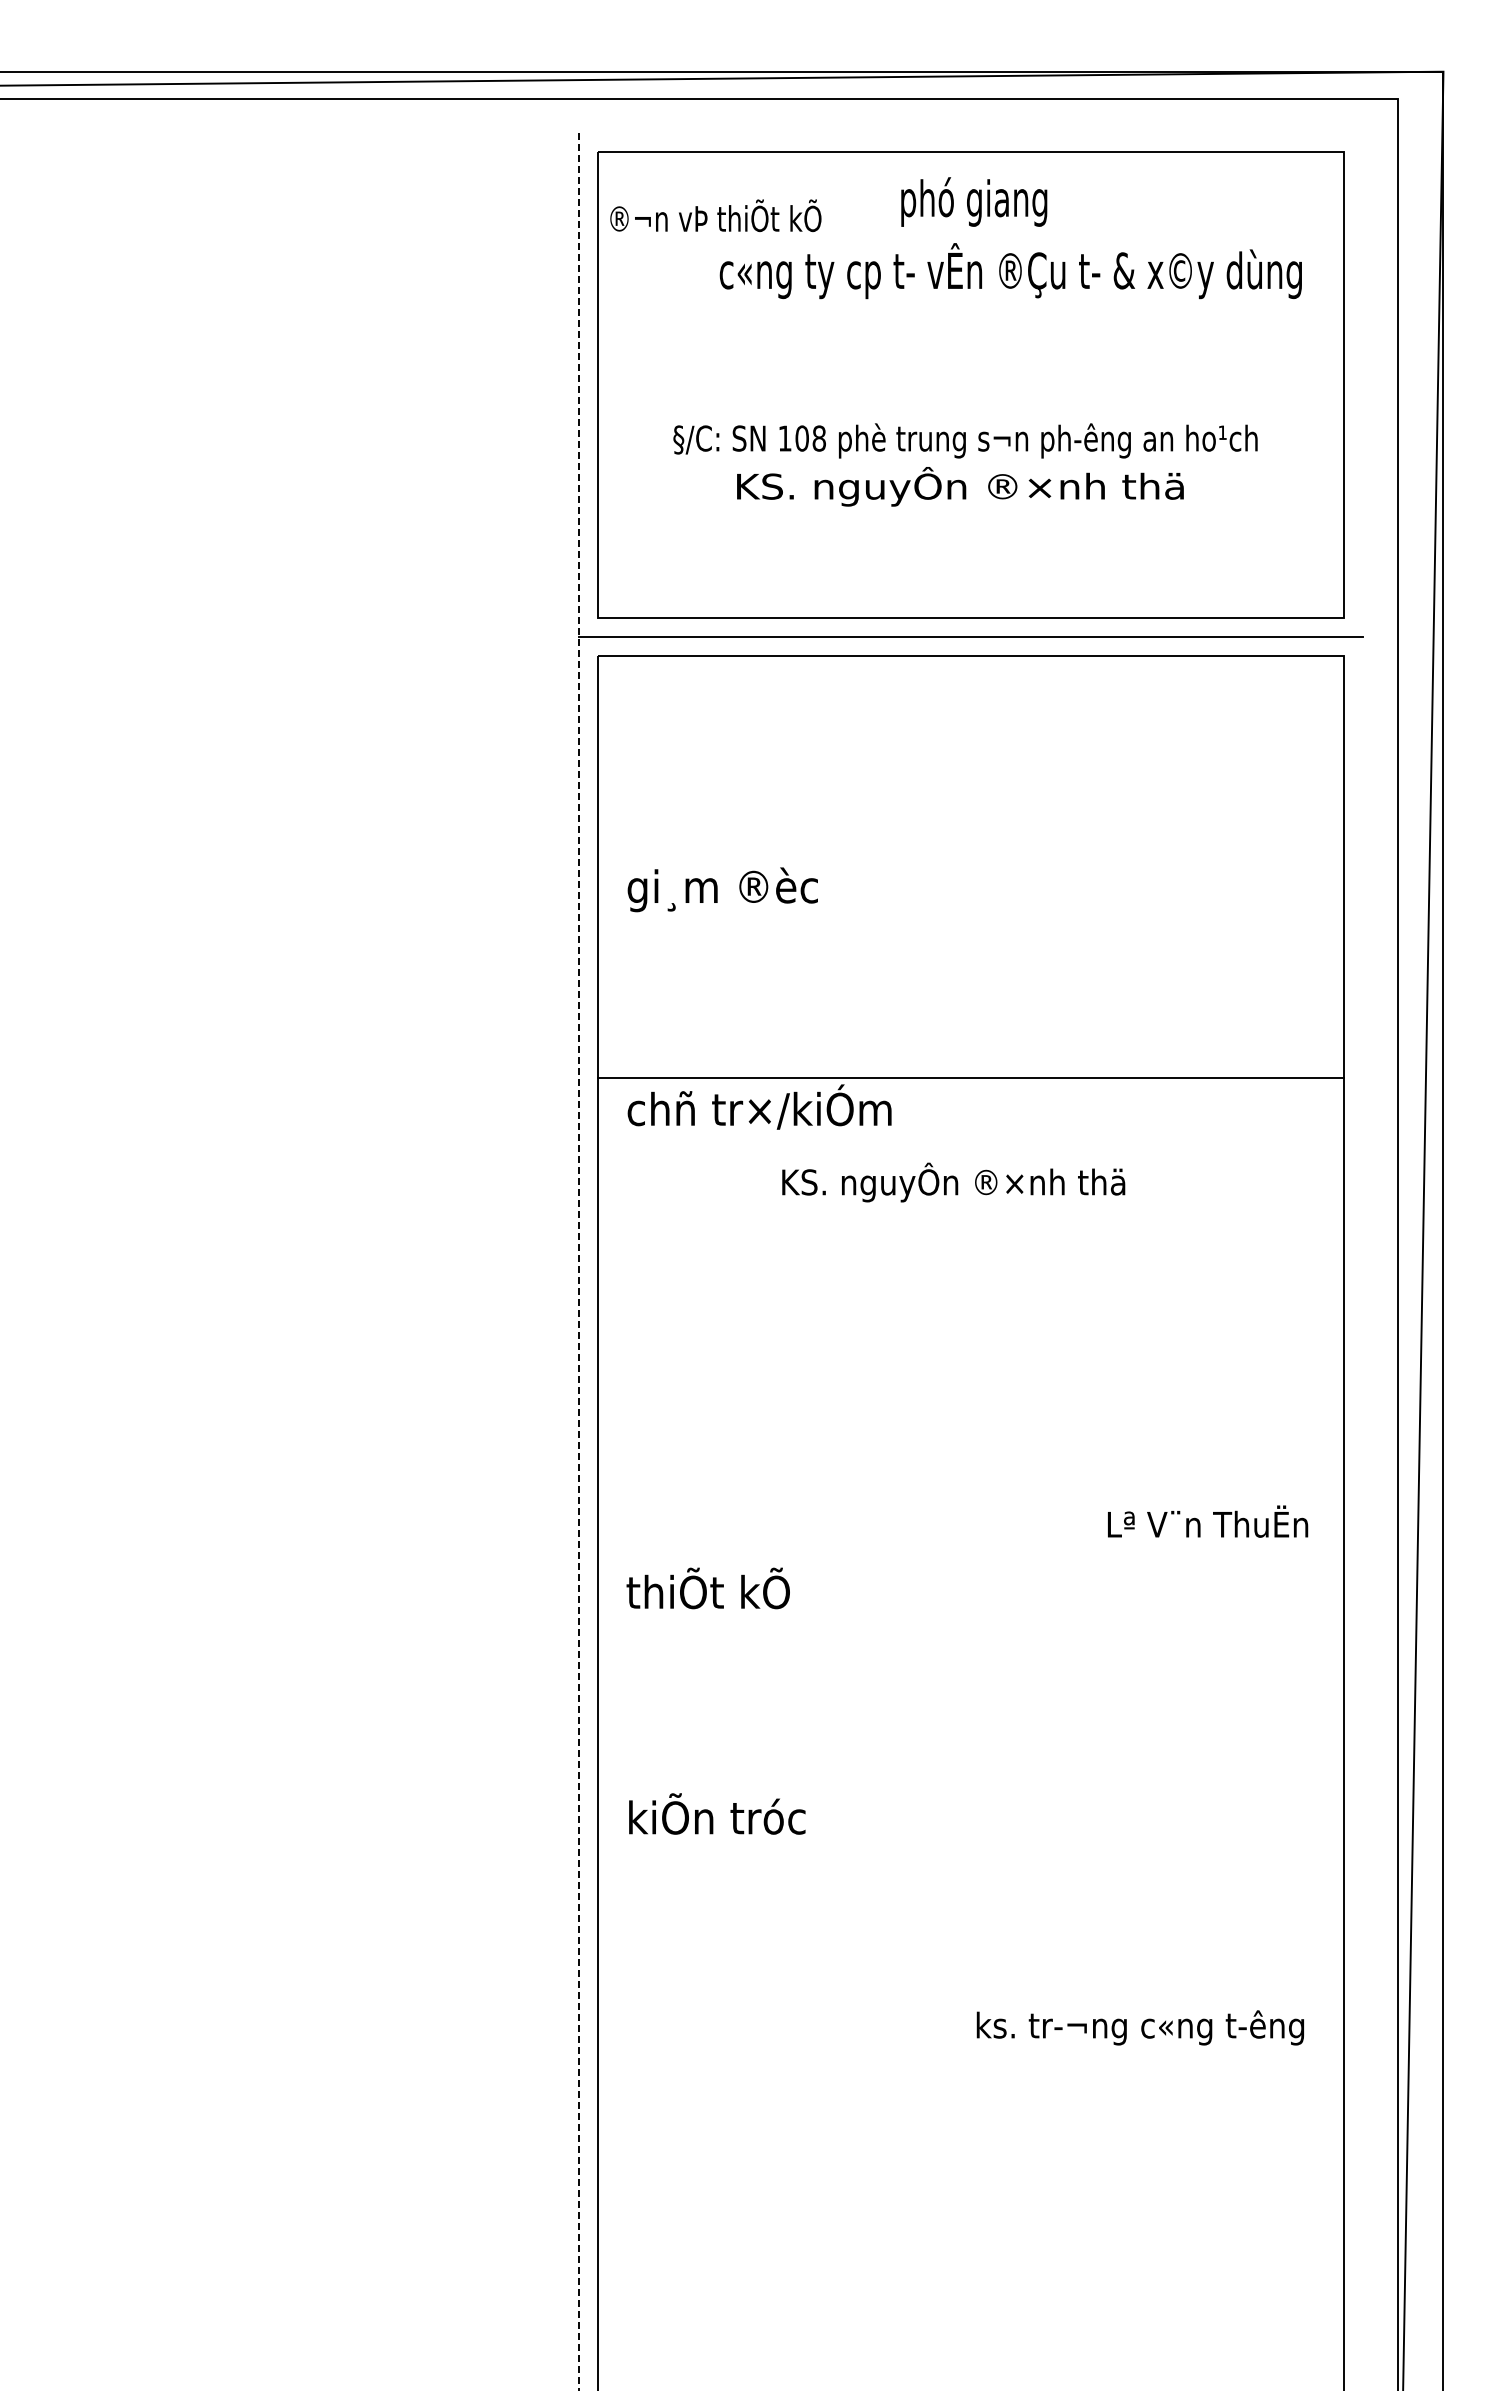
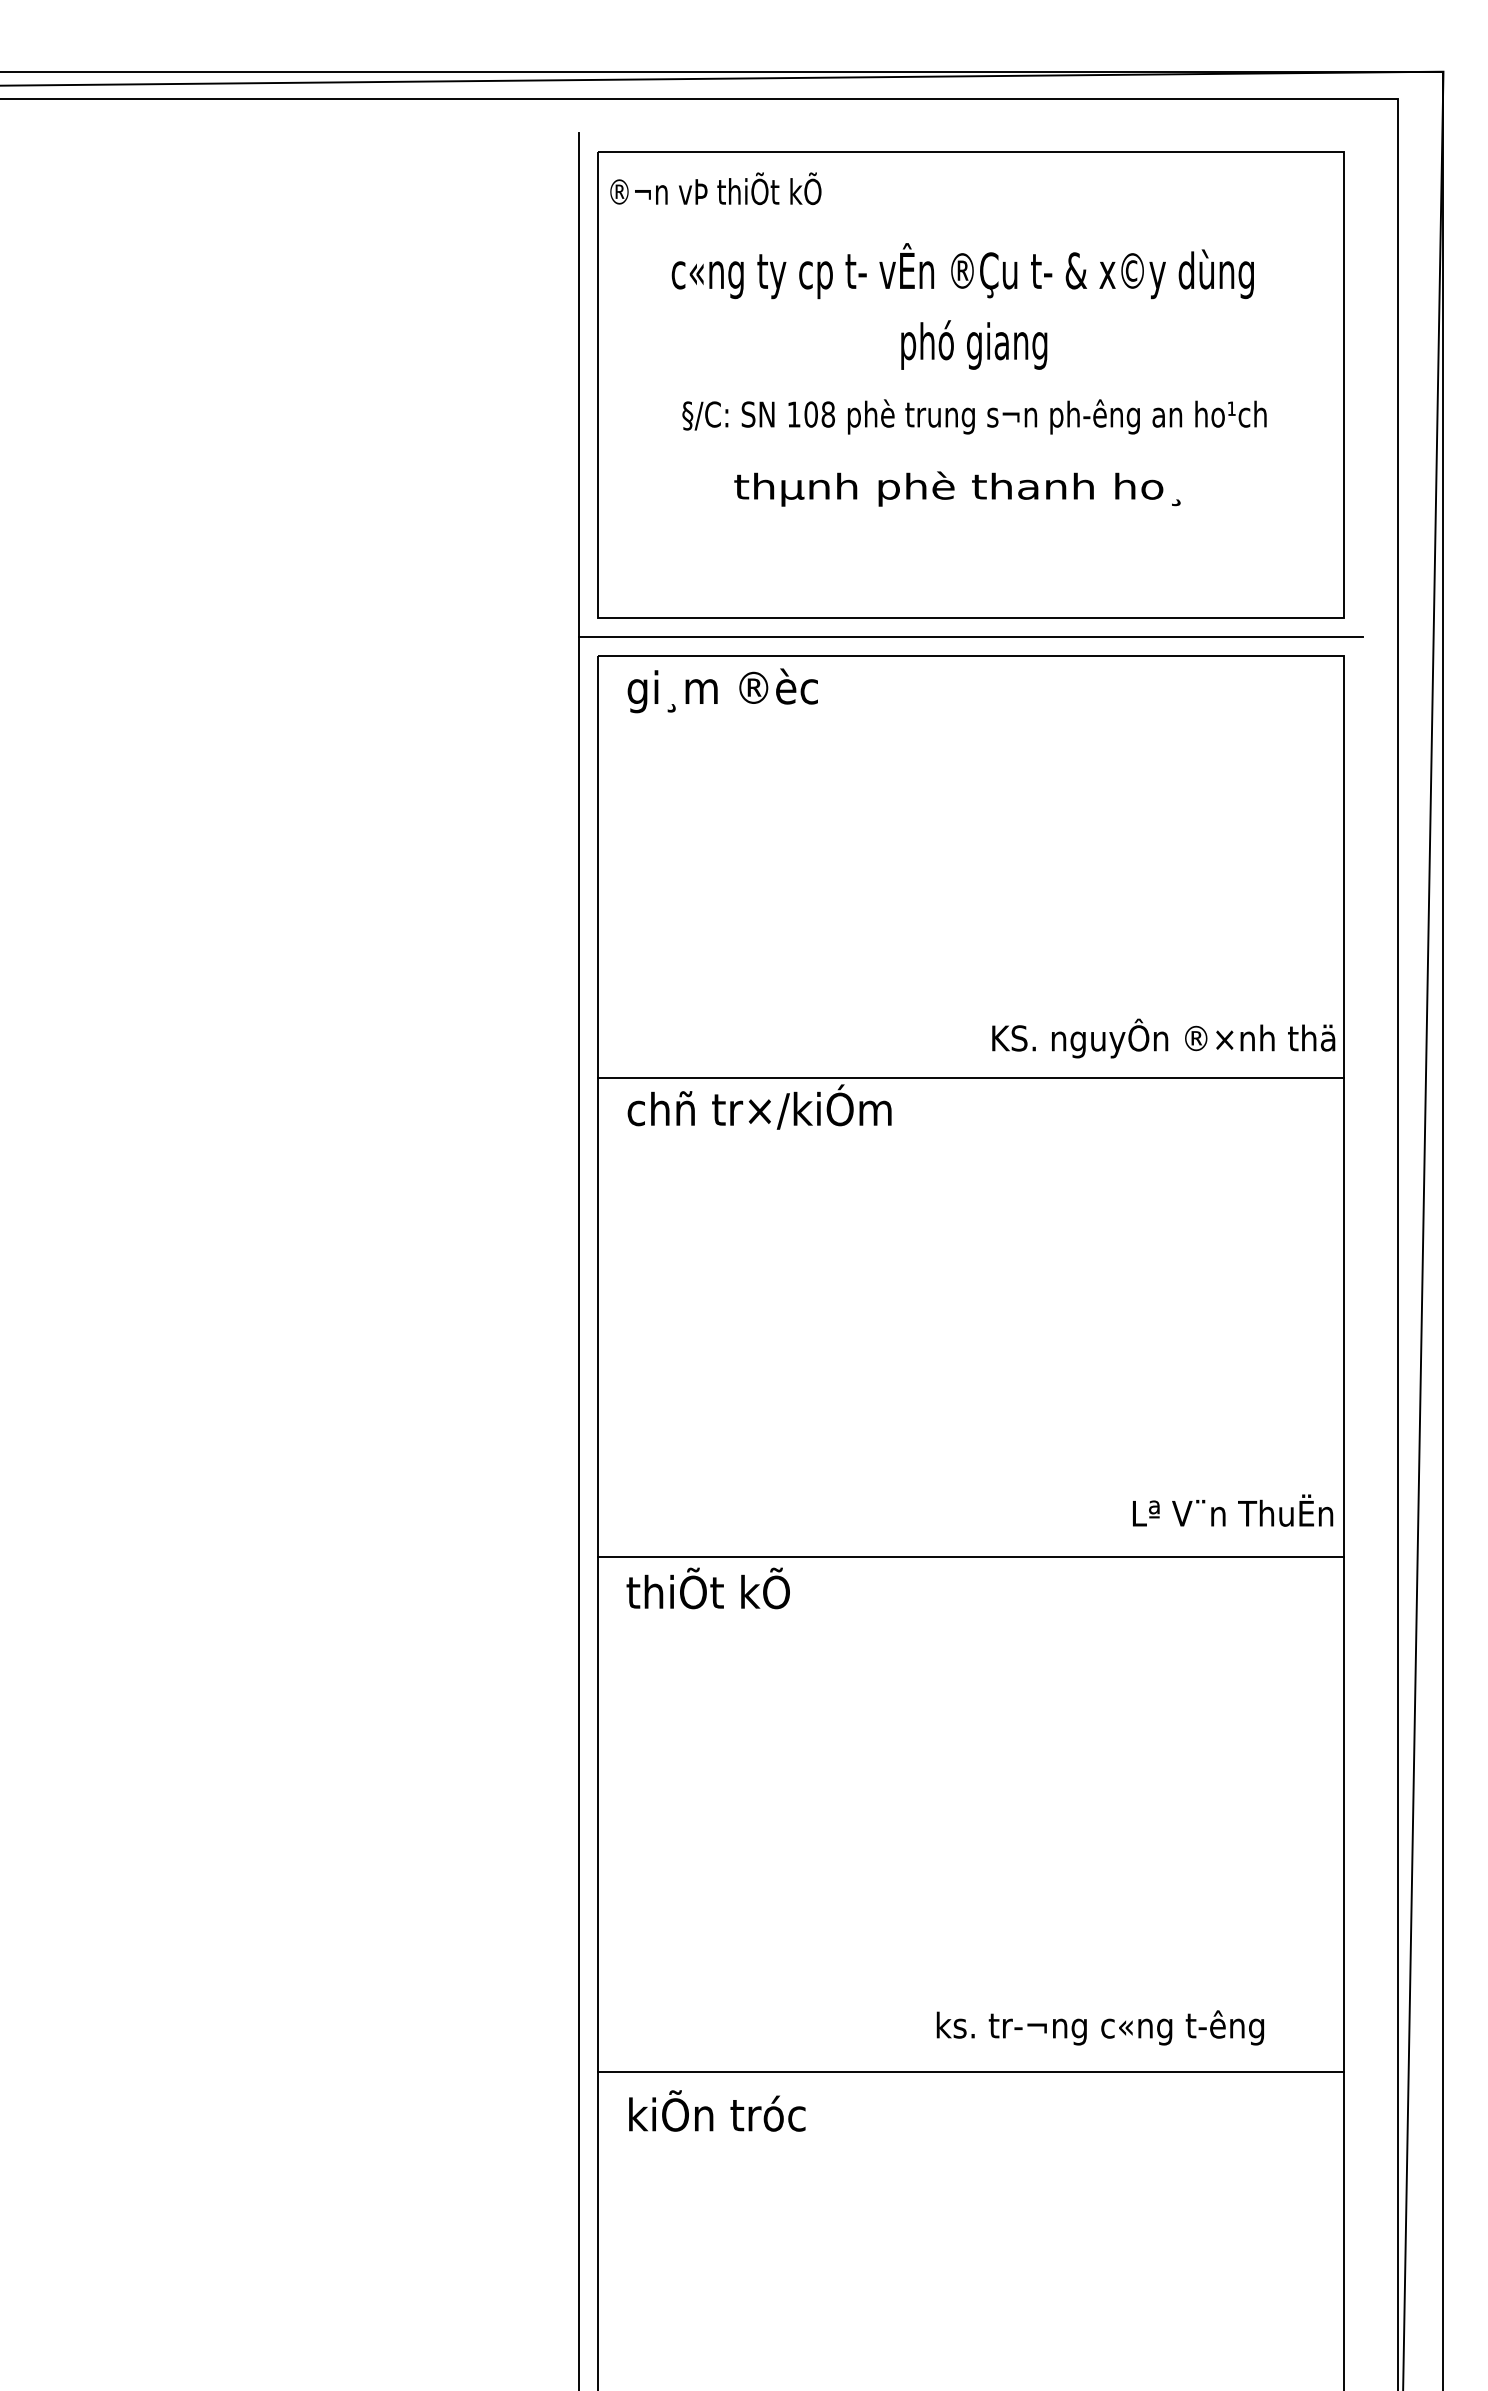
text at (974, 201) position: (974, 201) -> (974, 344)
text at (715, 215) position: (715, 215) -> (715, 188)
text at (1010, 271) position: (1010, 271) -> (962, 271)
text at (965, 440) position: (965, 440) -> (974, 416)
text at (958, 486): KS. nguyÔn ®×nh thä -> thµnh phè thanh ho¸
text at (722, 889) position: (722, 889) -> (722, 690)
text at (953, 1182) position: (953, 1182) -> (1163, 1038)
line at (578, 1262): dashed -> solid
text at (1208, 1521) position: (1208, 1521) -> (1233, 1510)
line at (970, 1557): none -> present
text at (717, 1813) position: (717, 1813) -> (717, 2110)
text at (1139, 2027) position: (1139, 2027) -> (1099, 2027)
line at (970, 2071): none -> present
